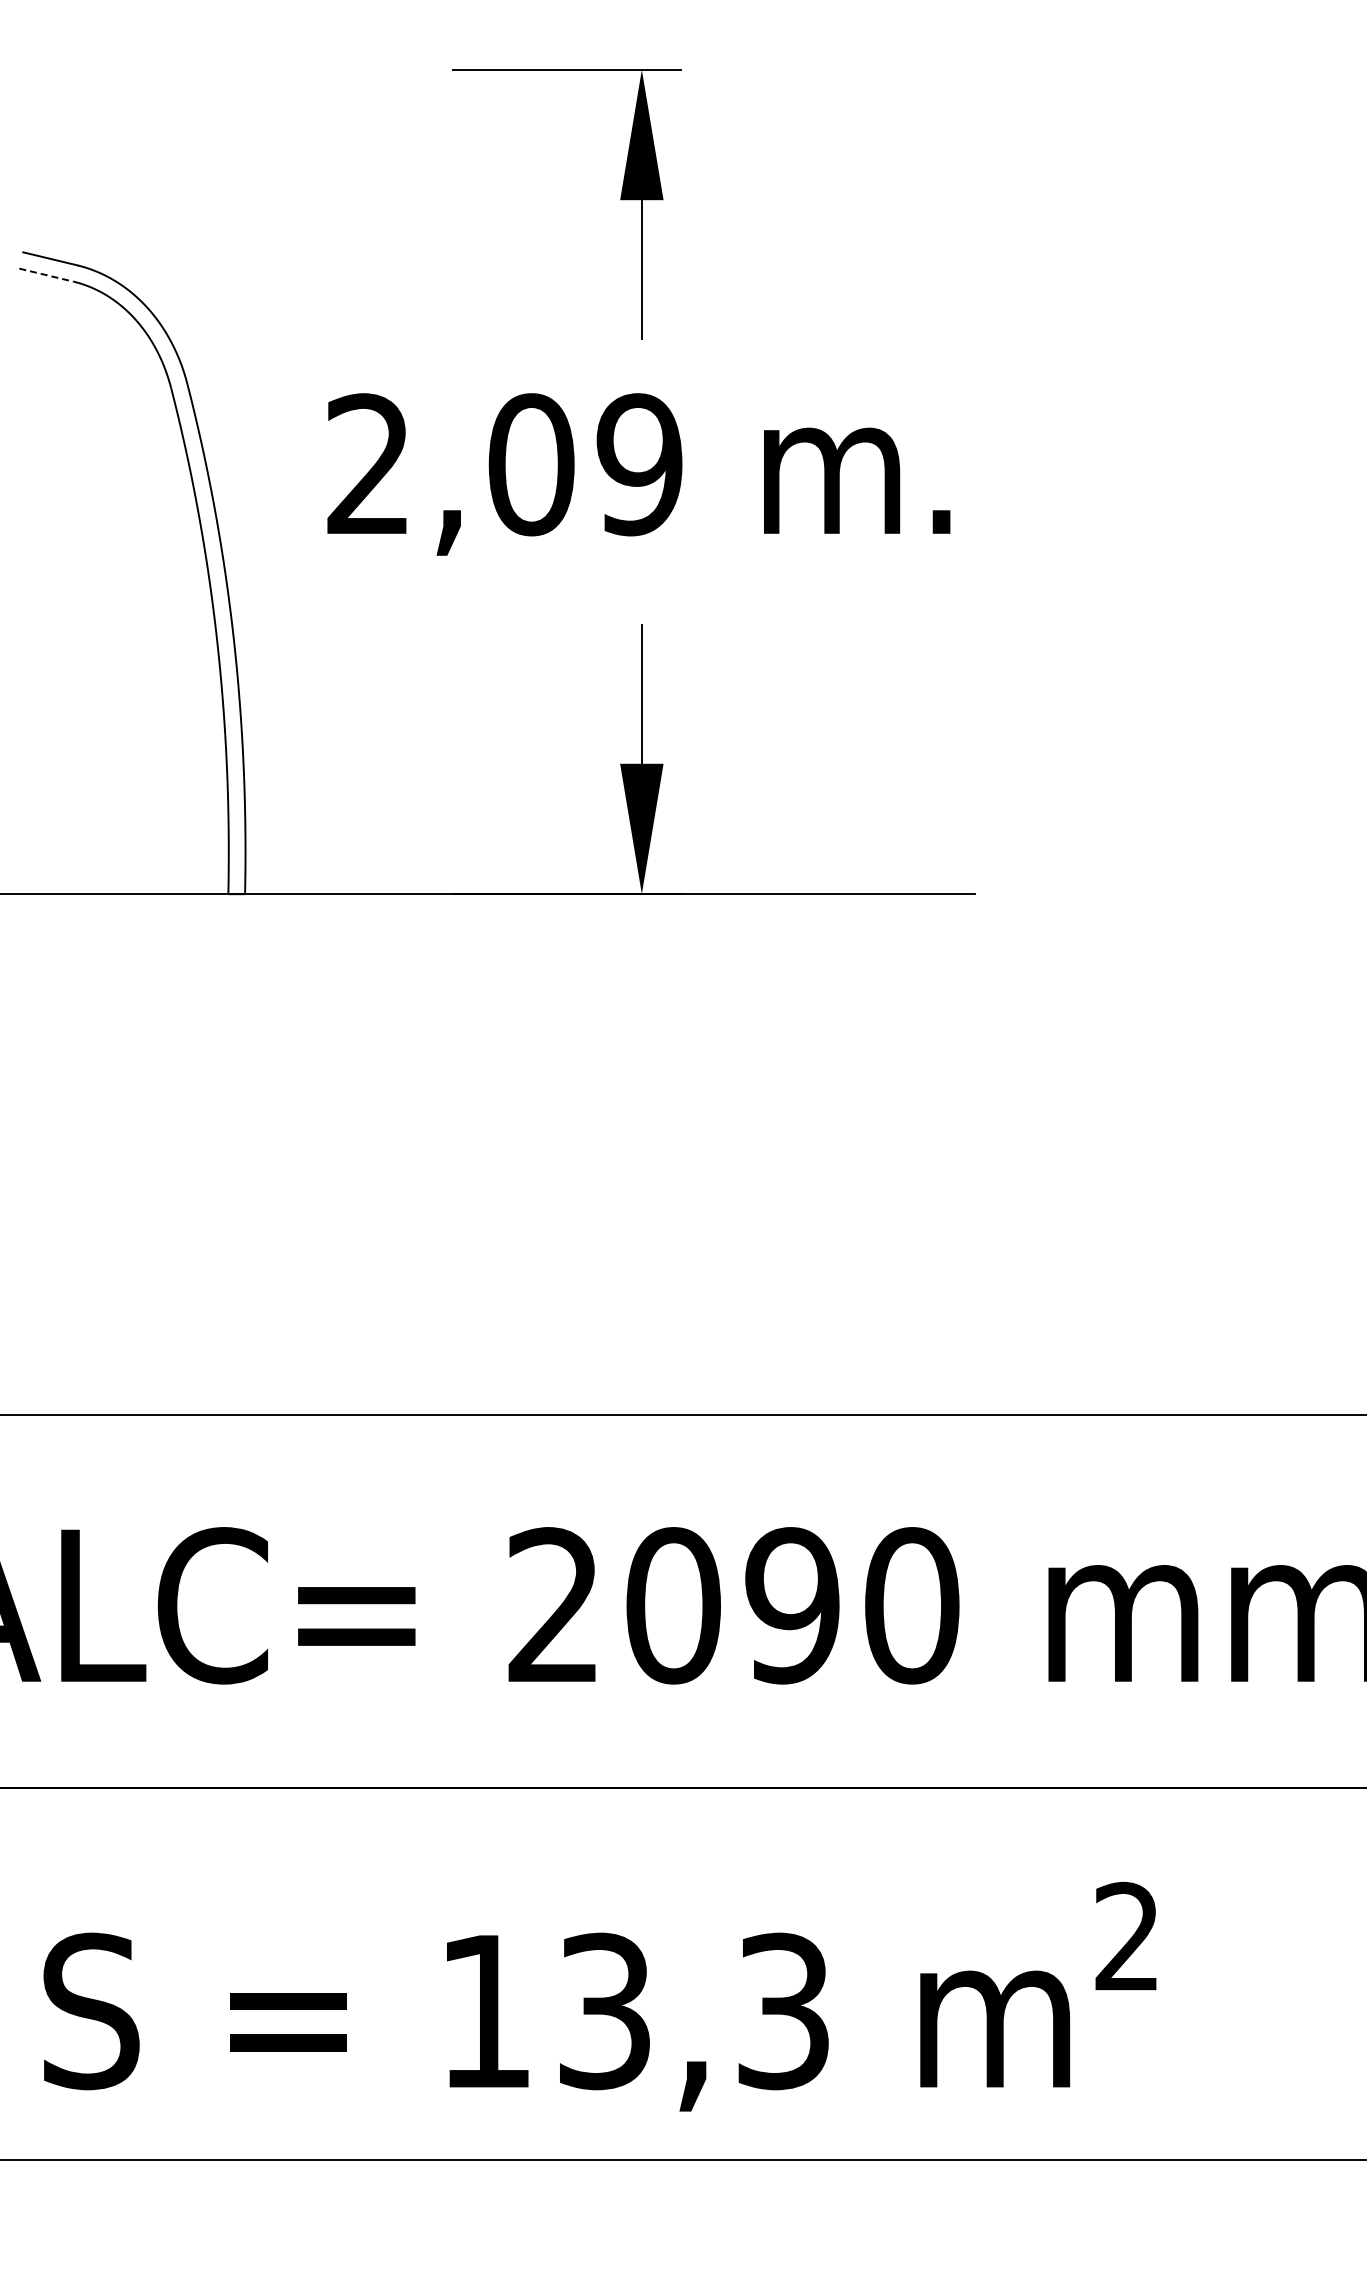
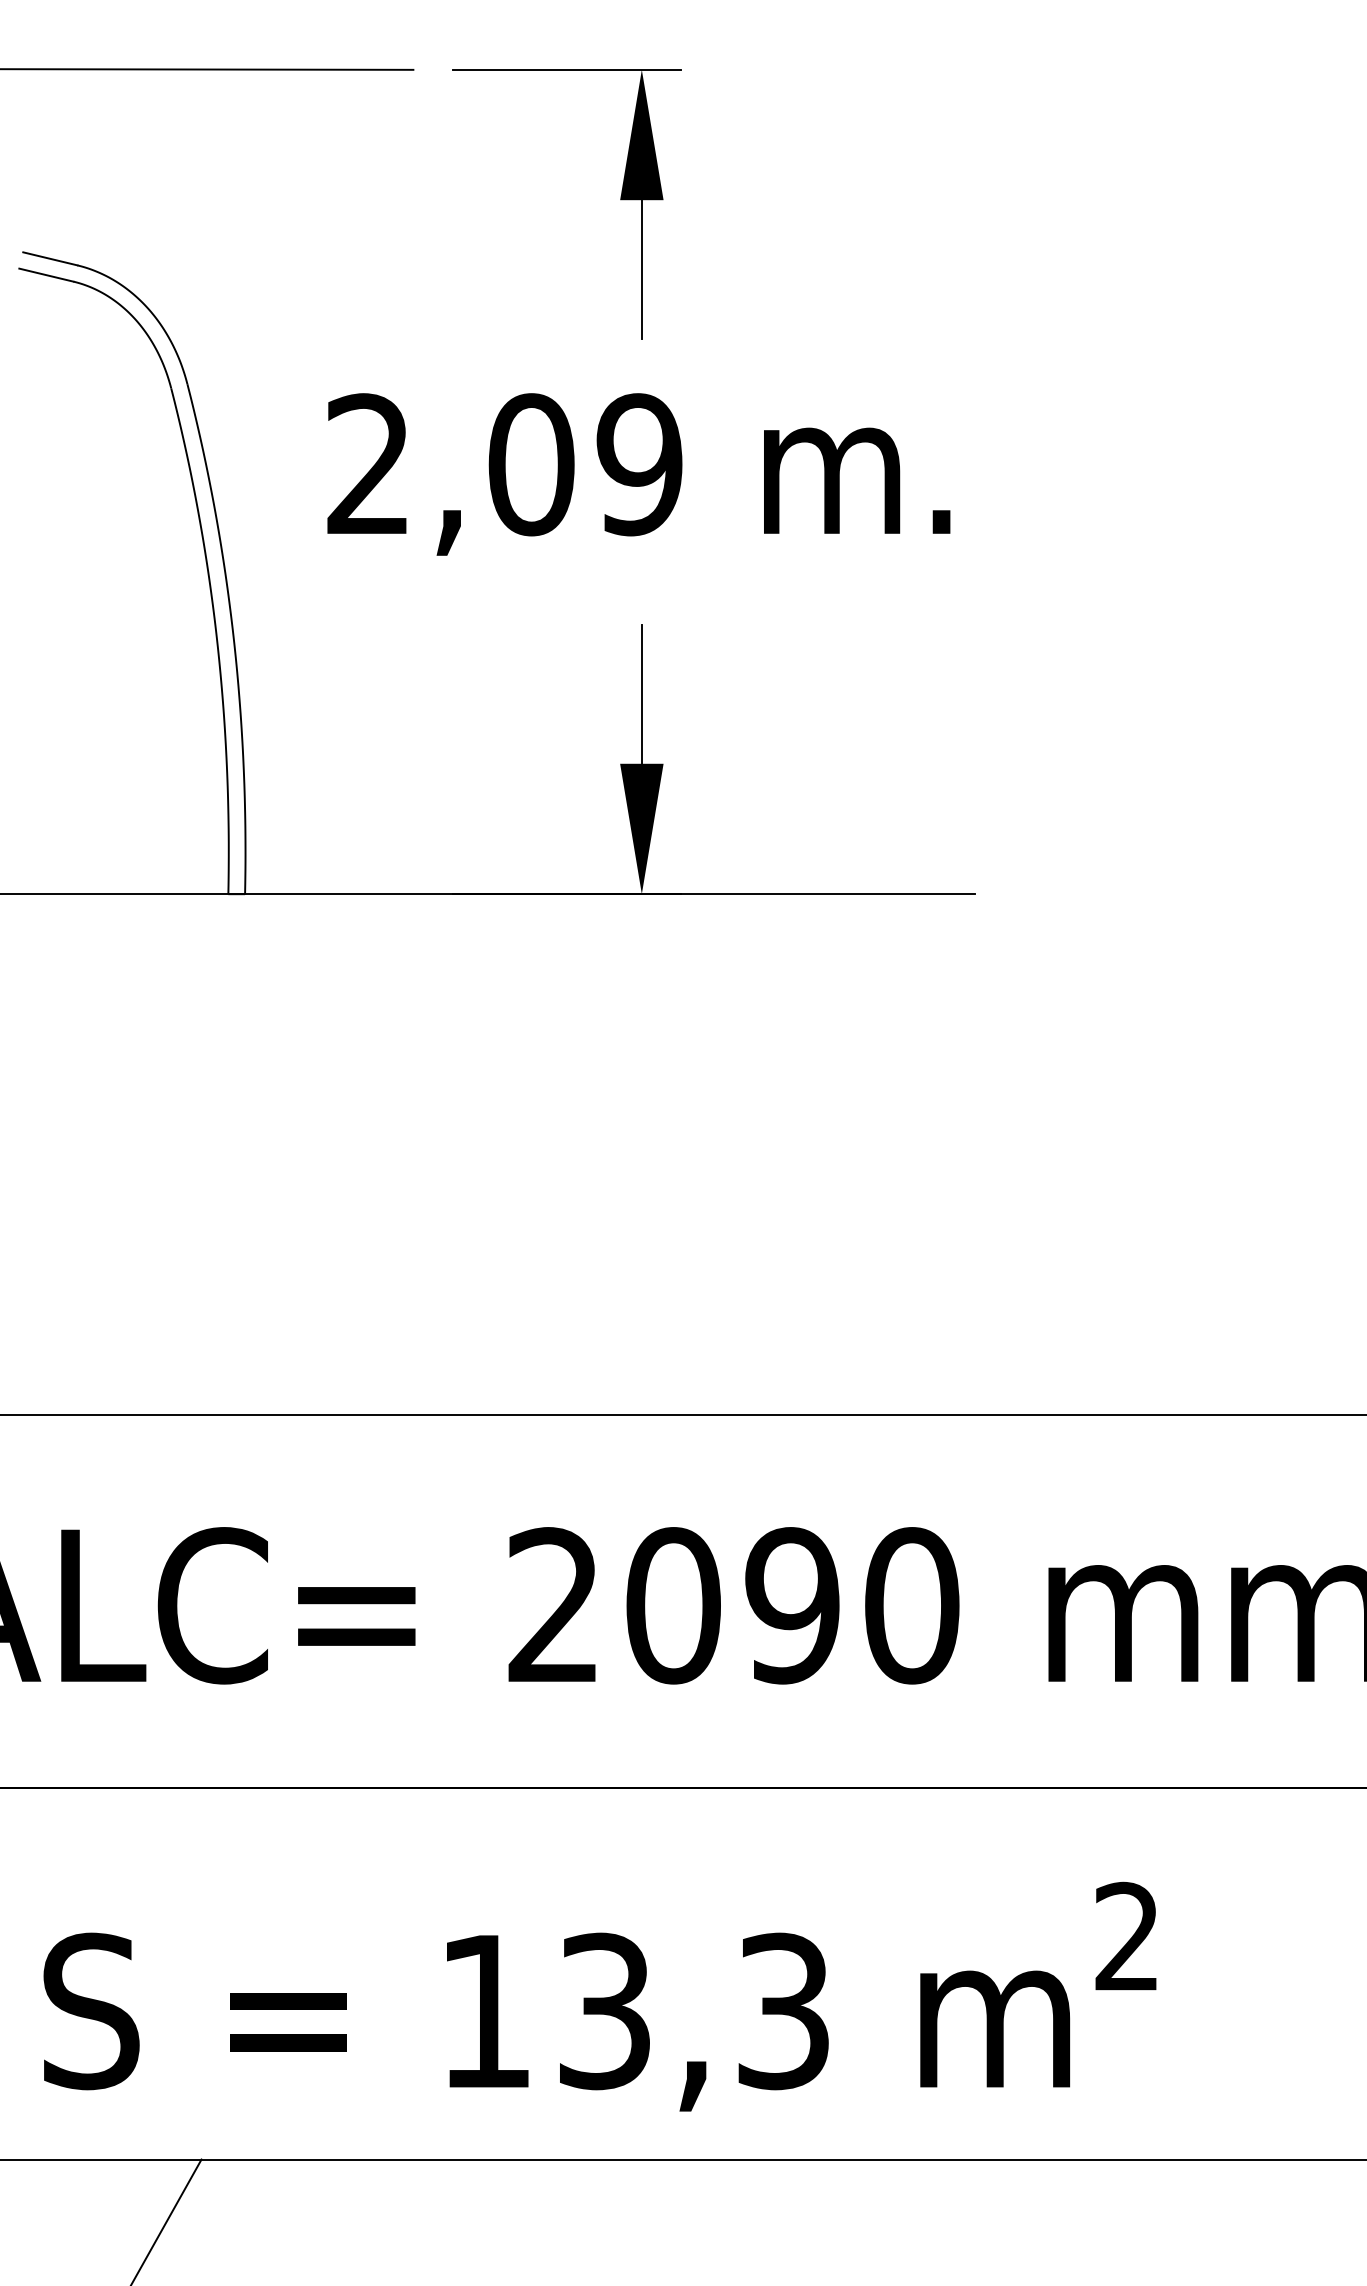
line at (207, 69): none -> present
line at (46, 275): dashed -> solid
line at (166, 2220): none -> present
